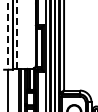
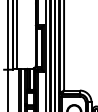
line at (17, 34): dashed -> solid
line at (7, 35): dashed -> solid
